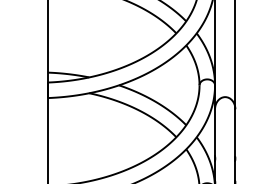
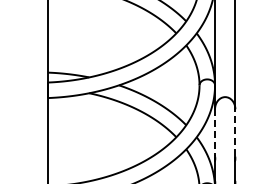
line at (215, 132): solid -> dashed
line at (235, 132): solid -> dashed
